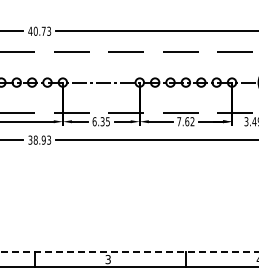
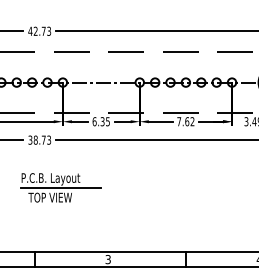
text at (35, 30): 40.73 -> 42.73
text at (43, 139): 38.93 -> 38.73
part at (60, 187): none -> present
line at (129, 251): dashed -> solid
